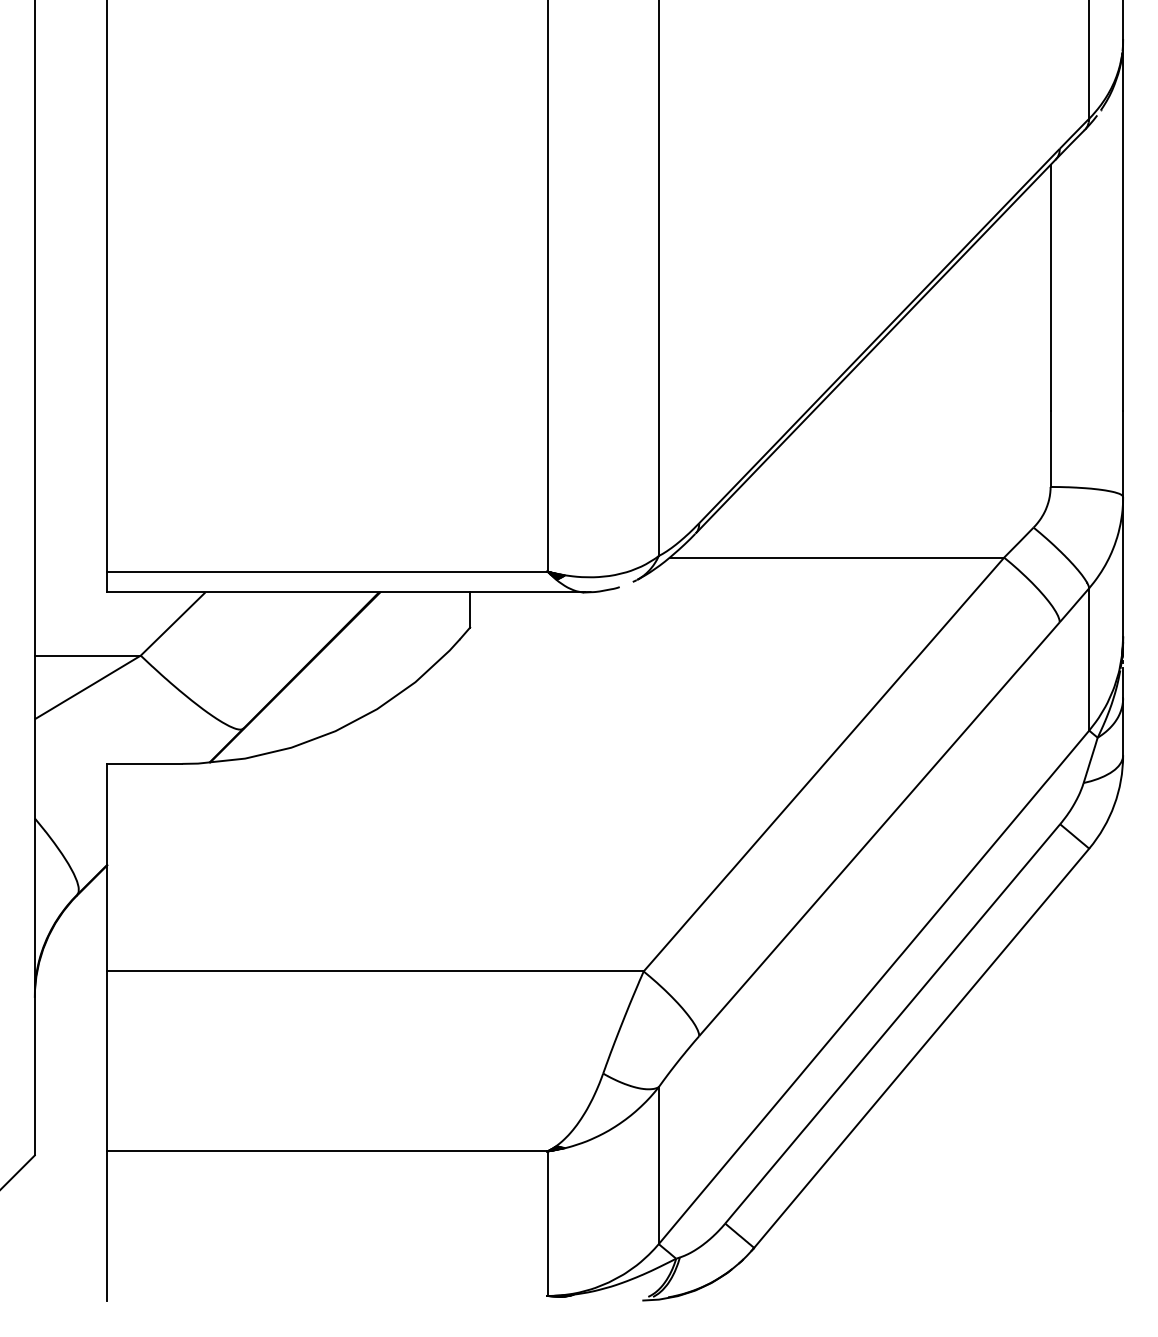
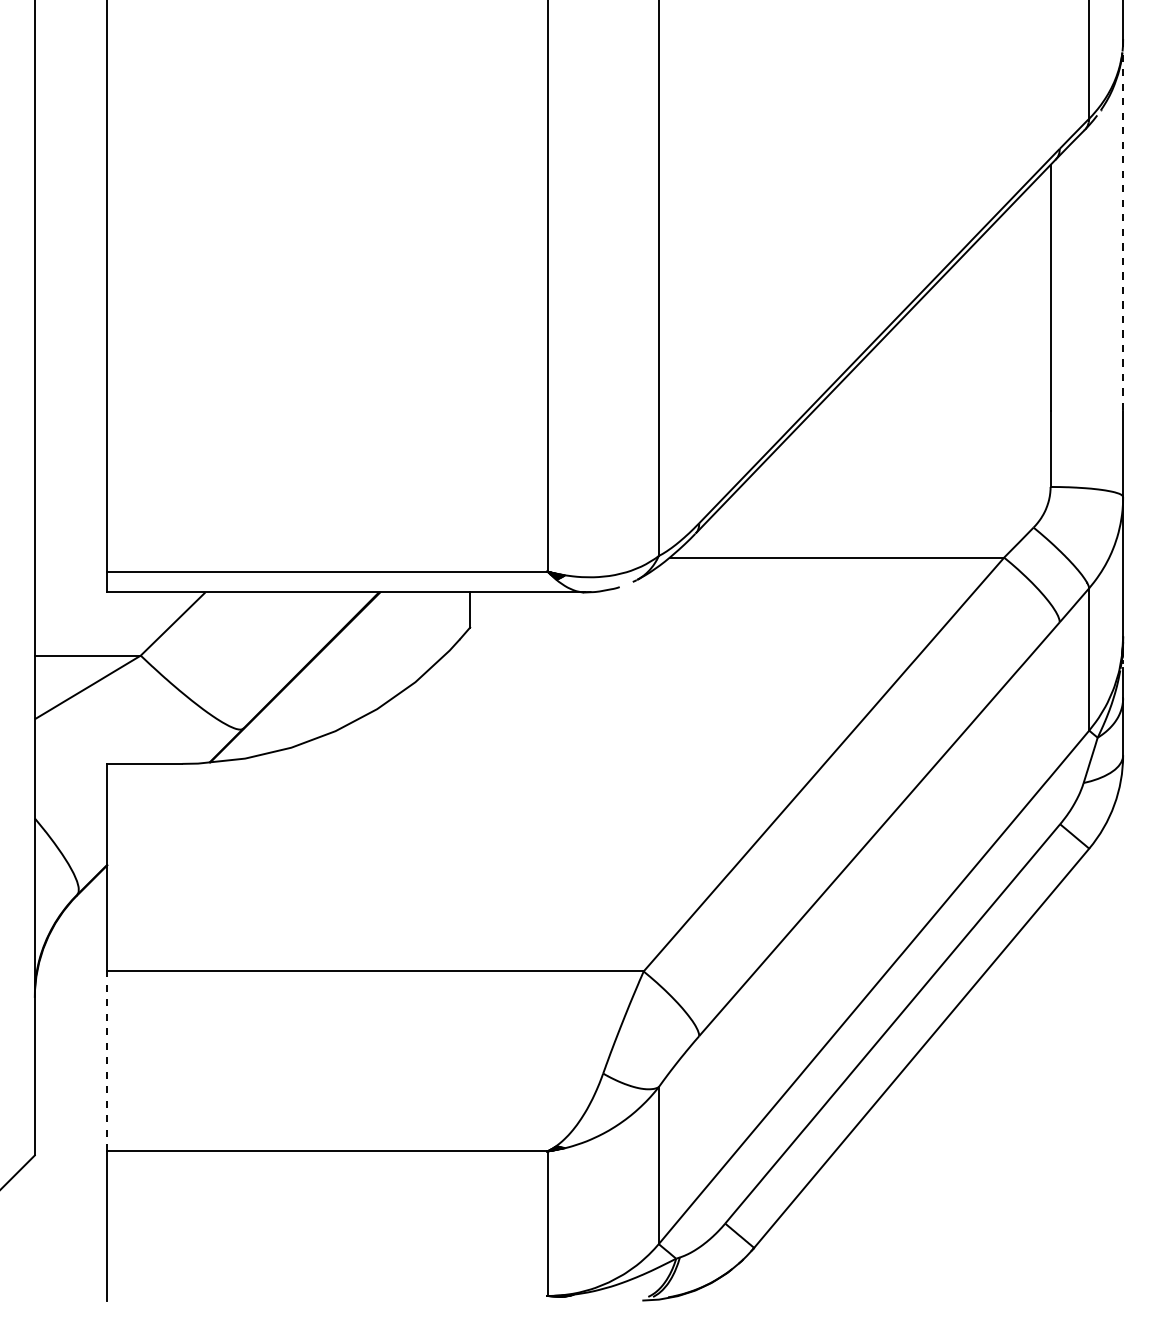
line at (1123, 225): solid -> dashed
line at (107, 1061): solid -> dashed
